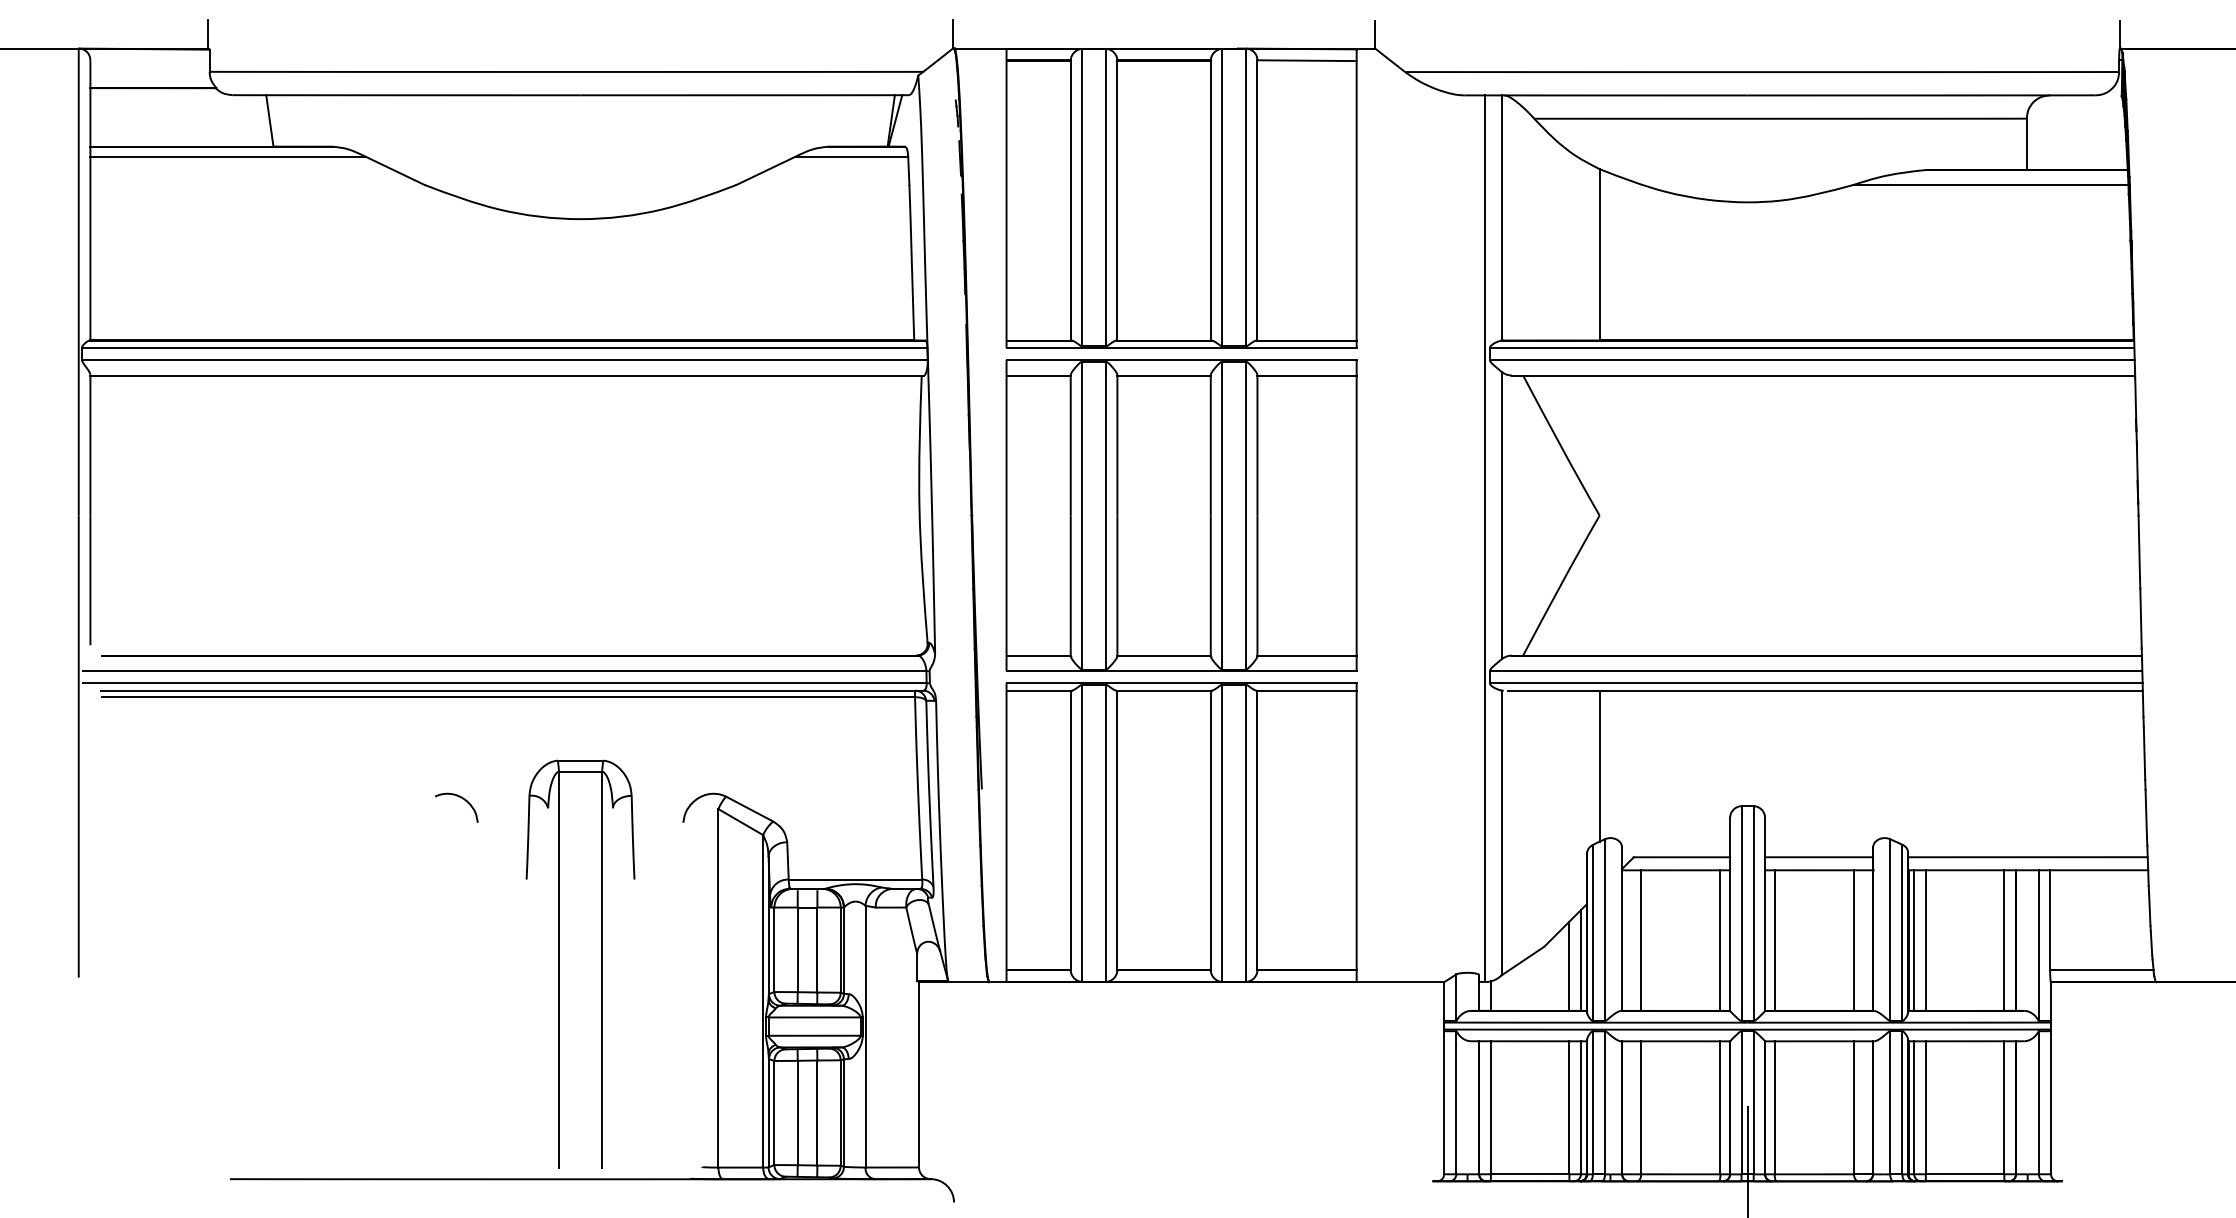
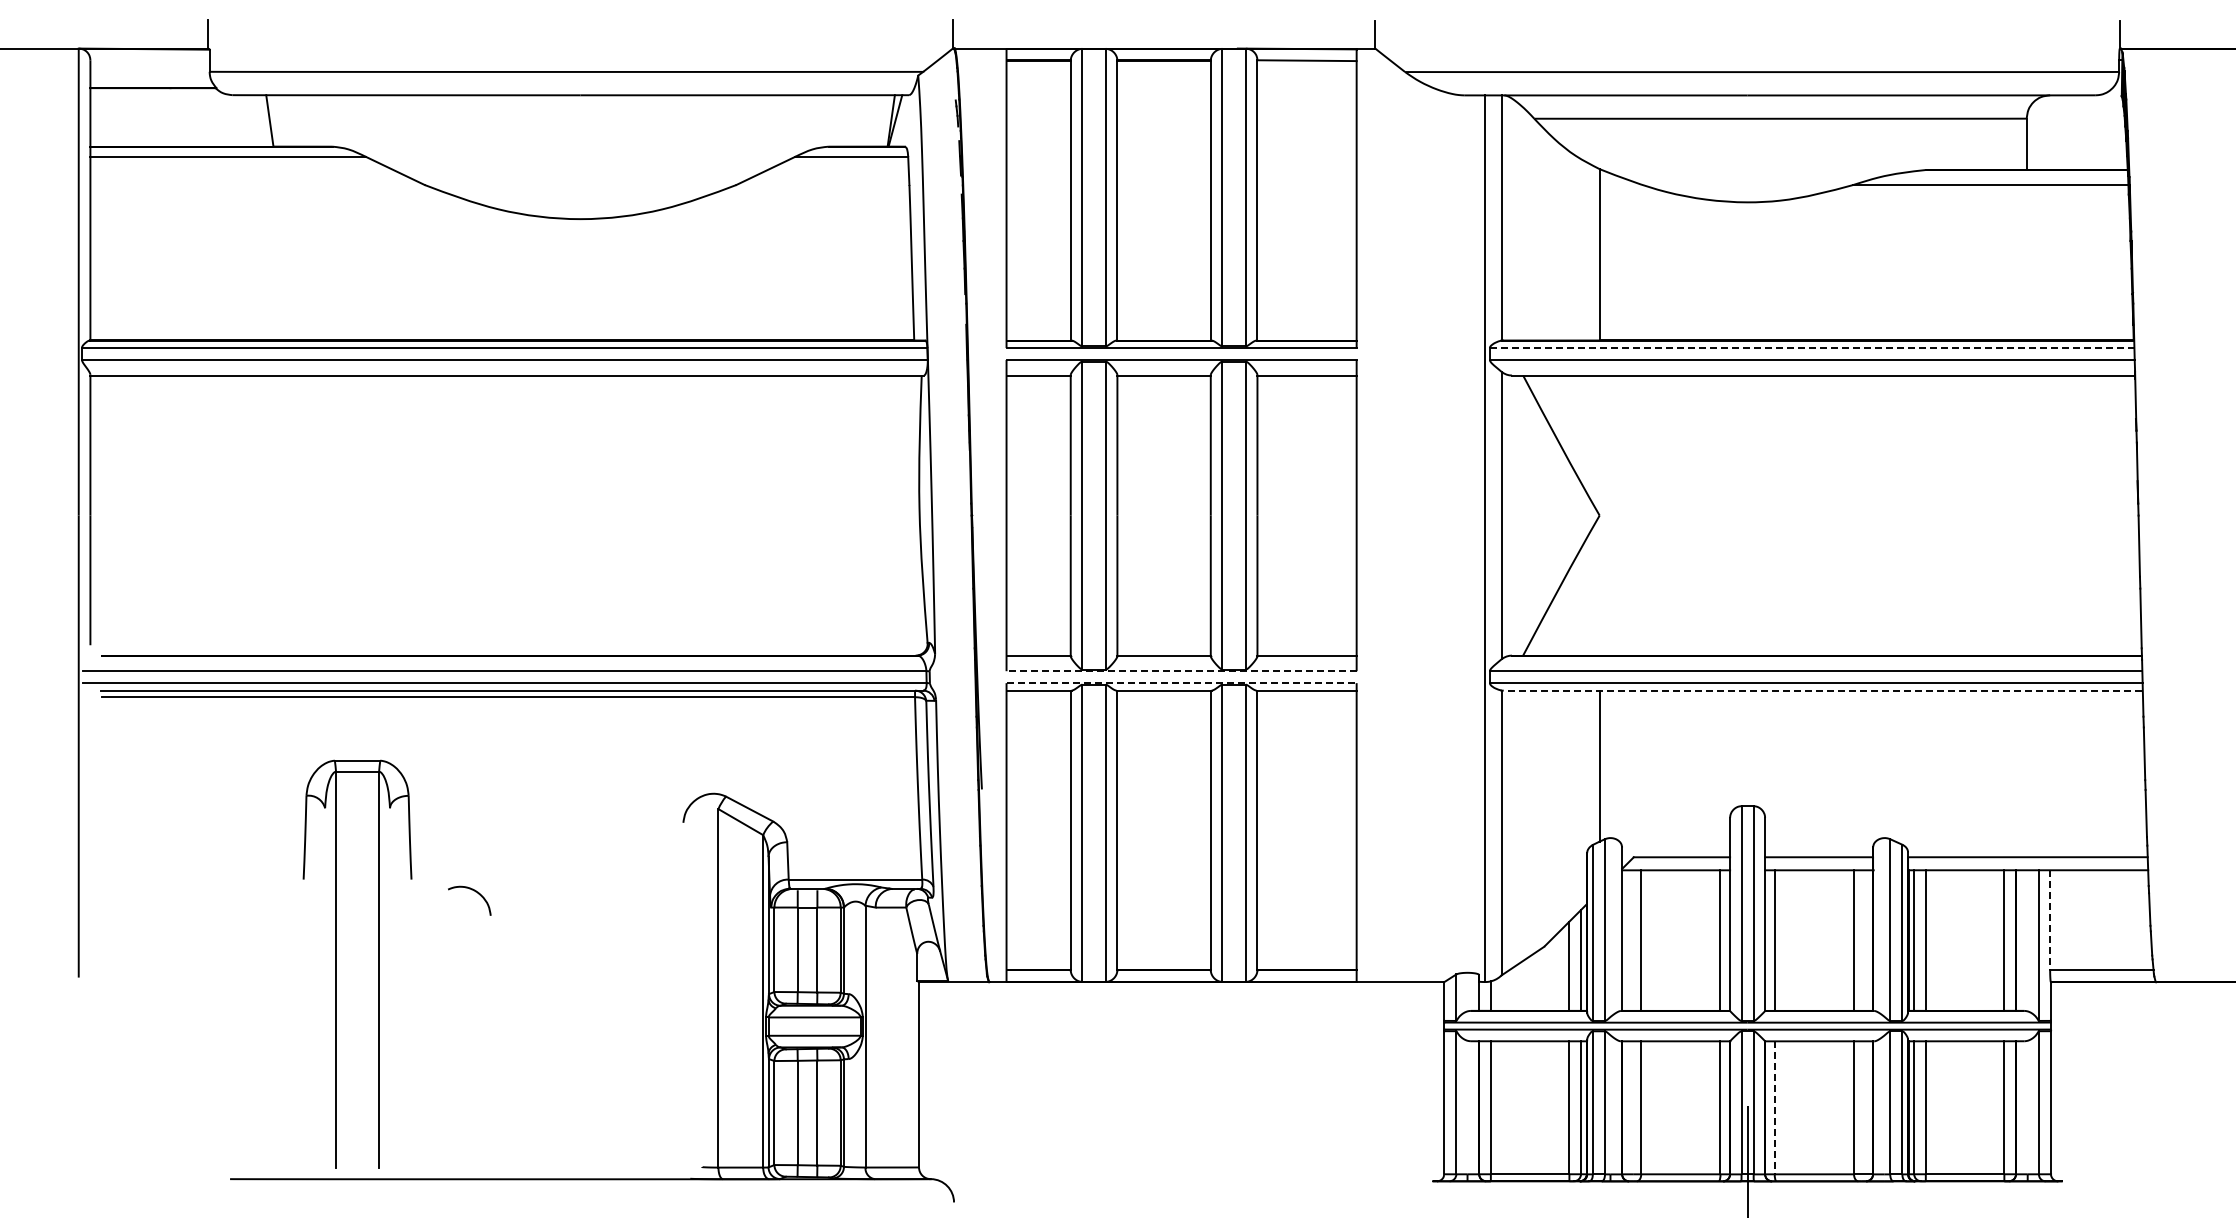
line at (1812, 348): solid -> dashed
line at (1181, 671): solid -> dashed
line at (1182, 683): solid -> dashed
line at (1826, 690): solid -> dashed
curve at (462, 799) position: (462, 799) -> (475, 892)
line at (2050, 920): solid -> dashed
part at (559, 963) position: (559, 963) -> (336, 963)
line at (1774, 1107): solid -> dashed
